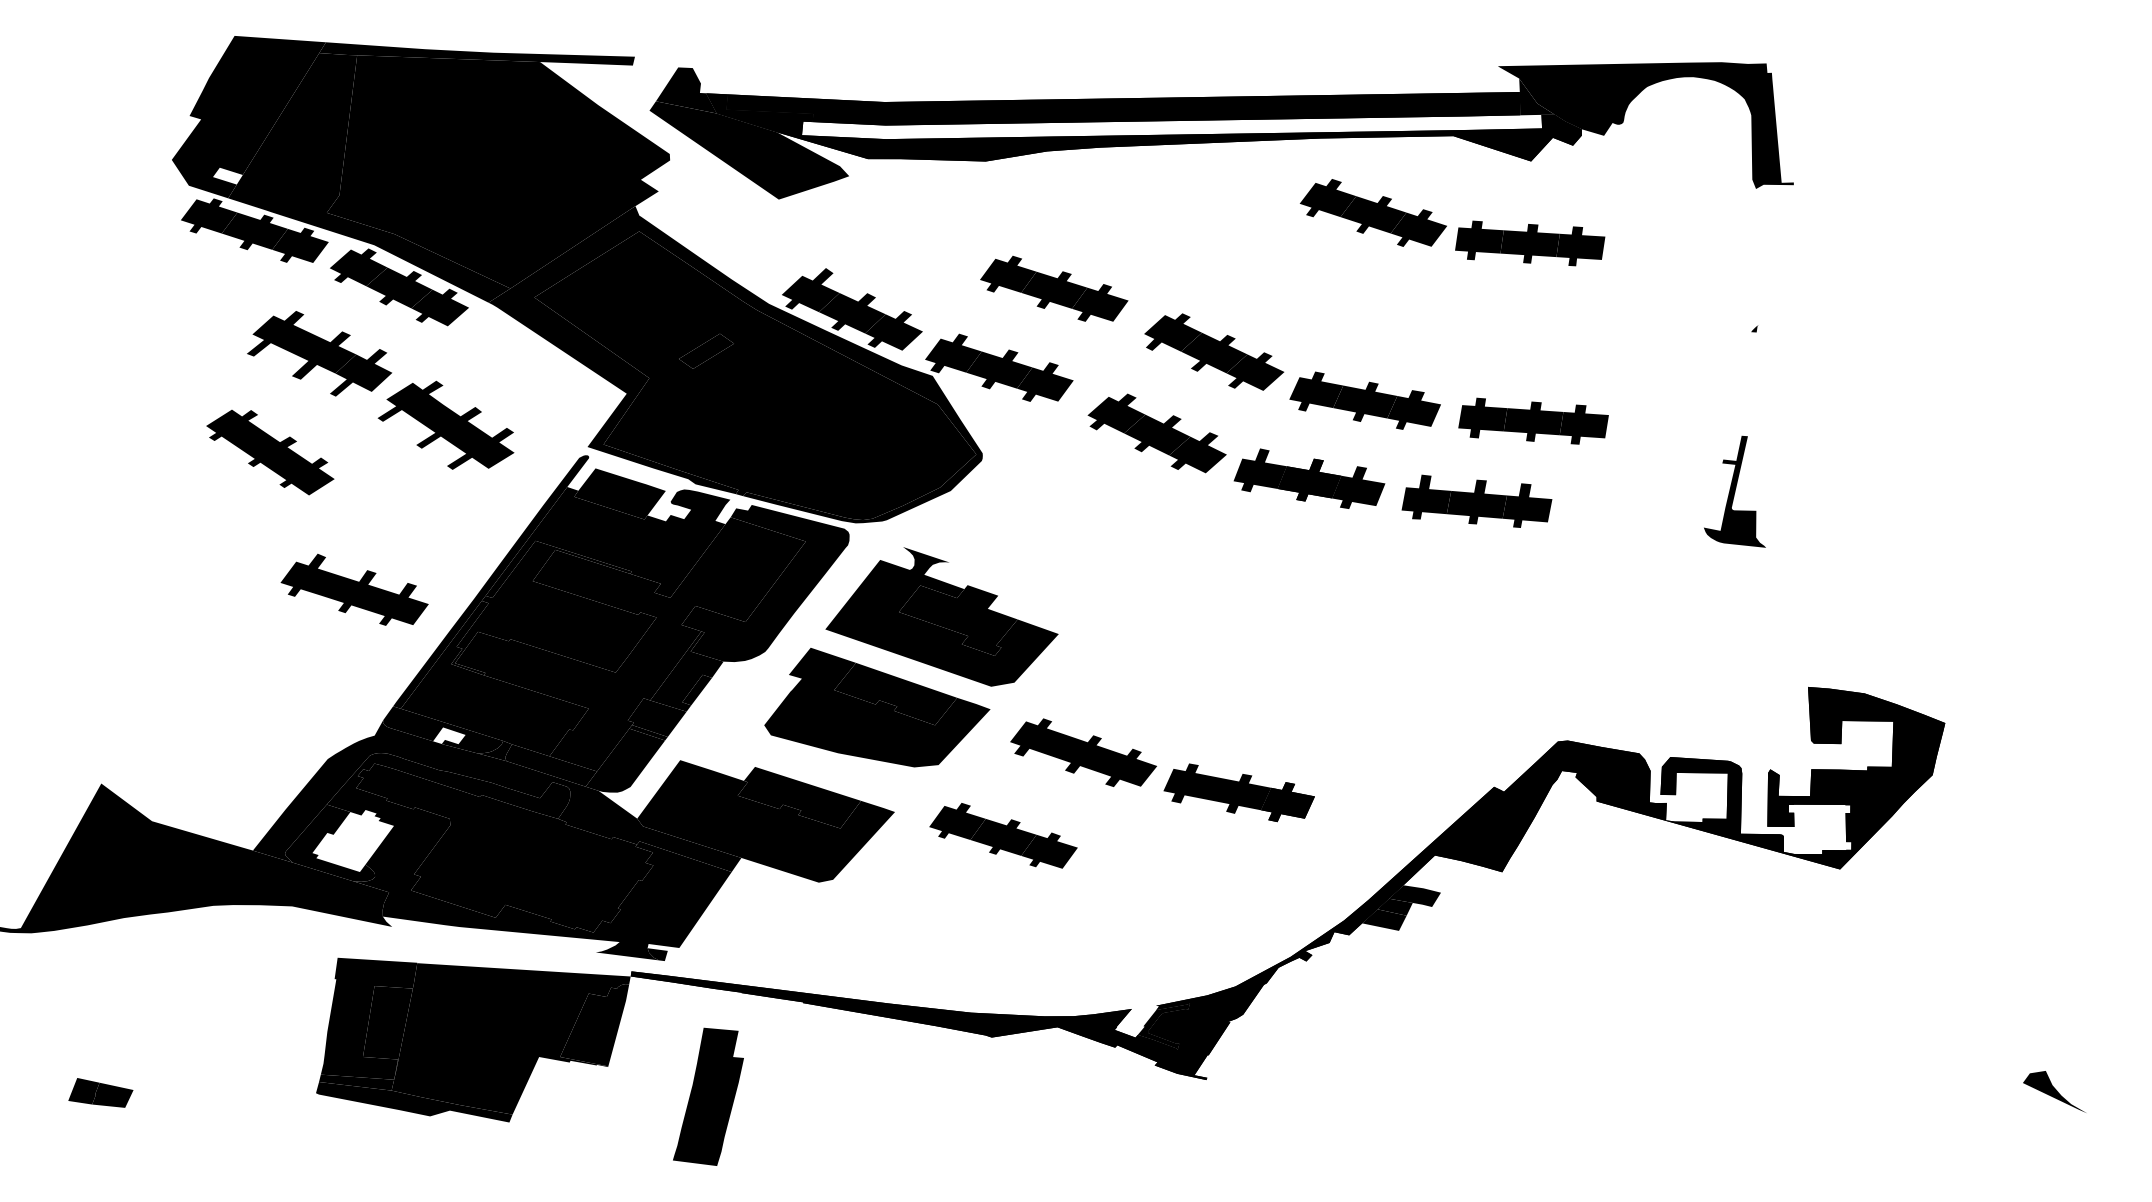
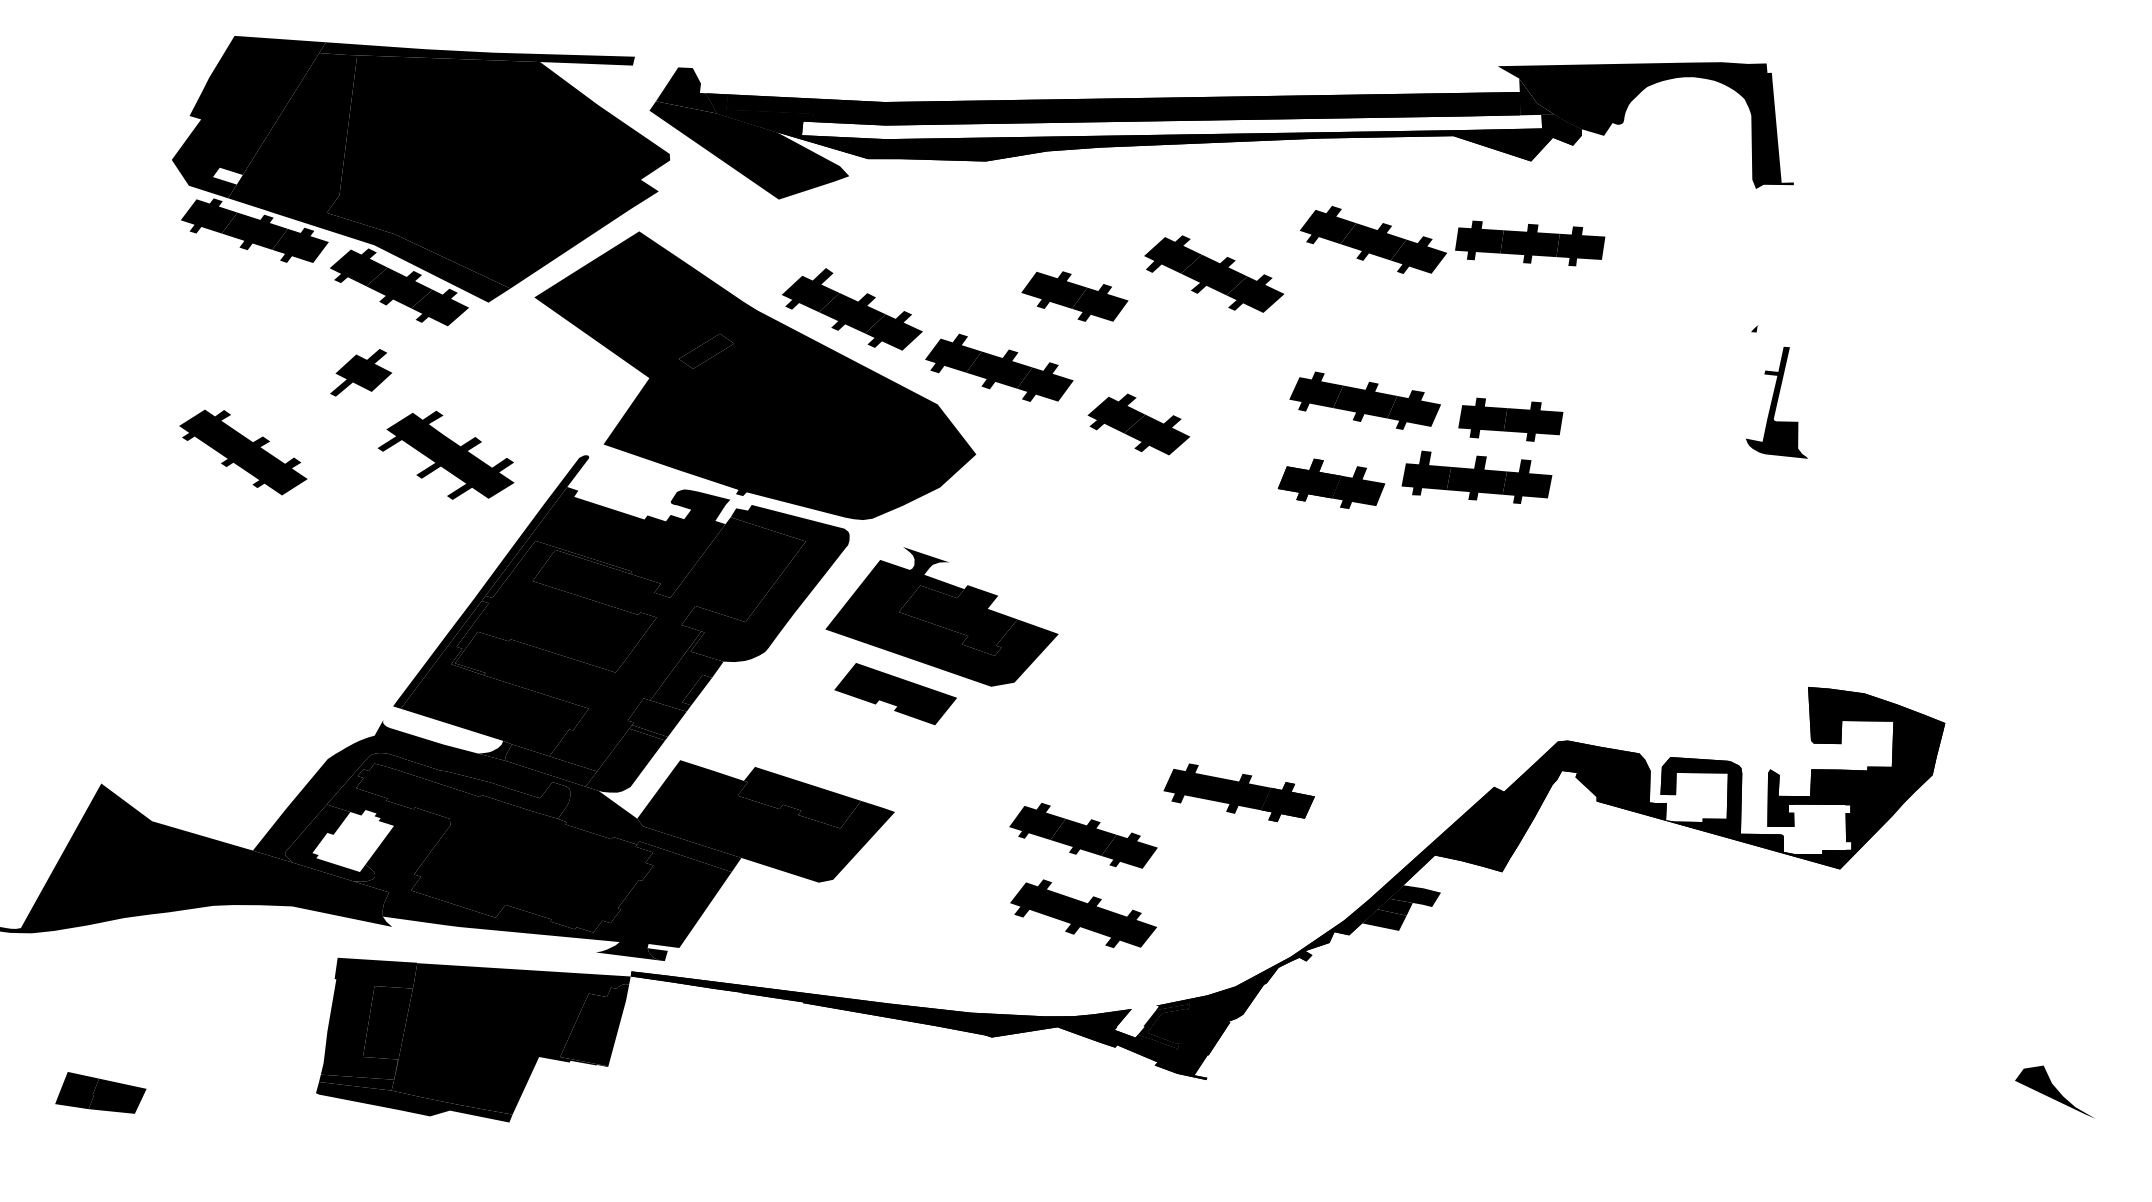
part at (1373, 212) position: (1373, 212) -> (1373, 239)
fill at (1007, 273): present -> none
fill at (301, 344): present -> none
part at (1214, 351) position: (1214, 351) -> (1214, 273)
fill at (735, 364): present -> none
part at (445, 424) position: (445, 424) -> (445, 454)
fill at (1583, 424): present -> none
part at (270, 452) position: (270, 452) -> (243, 452)
fill at (1198, 452): present -> none
fill at (1259, 470): present -> none
part at (1734, 491) position: (1734, 491) -> (1776, 402)
fill at (619, 493): present -> none
part at (1476, 500) position: (1476, 500) -> (1476, 476)
part at (354, 589): present -> none
fill at (877, 707): present -> none
fill at (443, 729): present -> none
part at (1083, 752) position: (1083, 752) -> (1083, 913)
part at (1003, 835) position: (1003, 835) -> (1083, 835)
part at (2054, 1091) size: 63x42 px -> 80x54 px
part at (100, 1092) size: 66x30 px -> 92x42 px
fill at (708, 1096): present -> none
